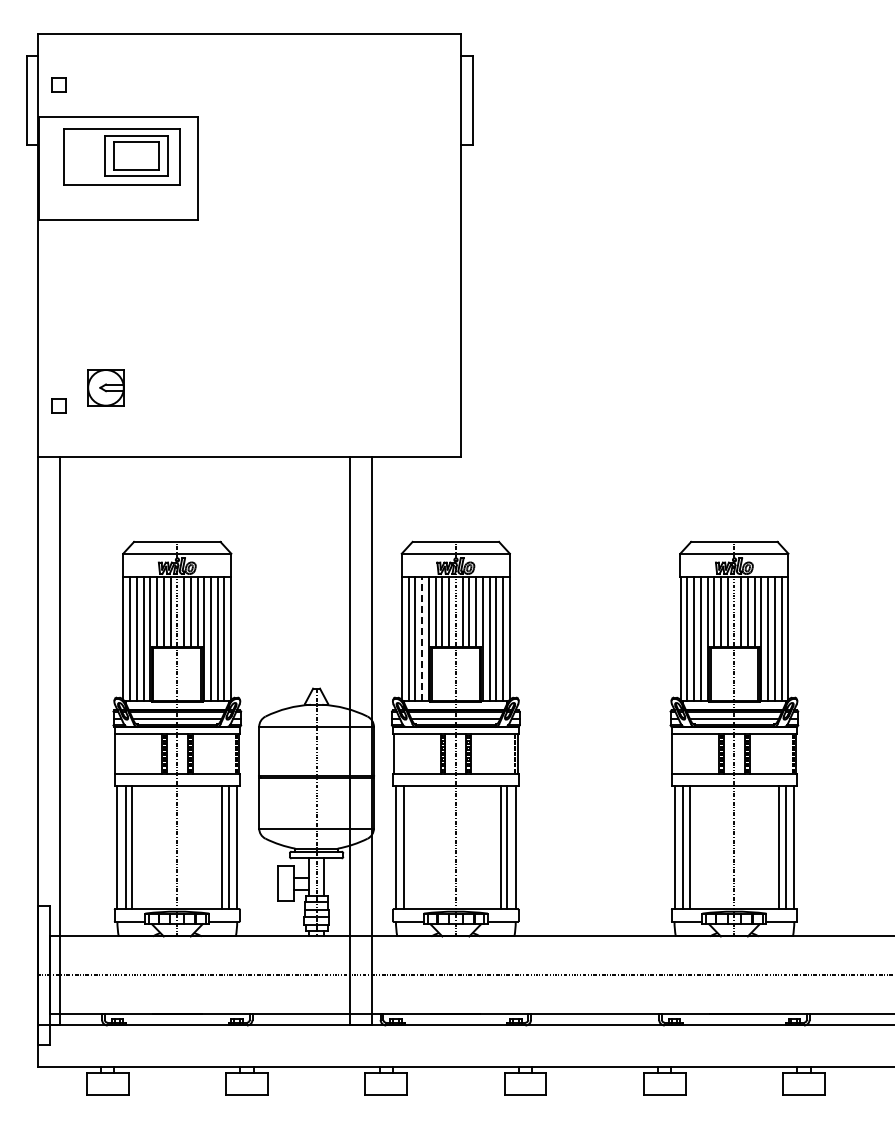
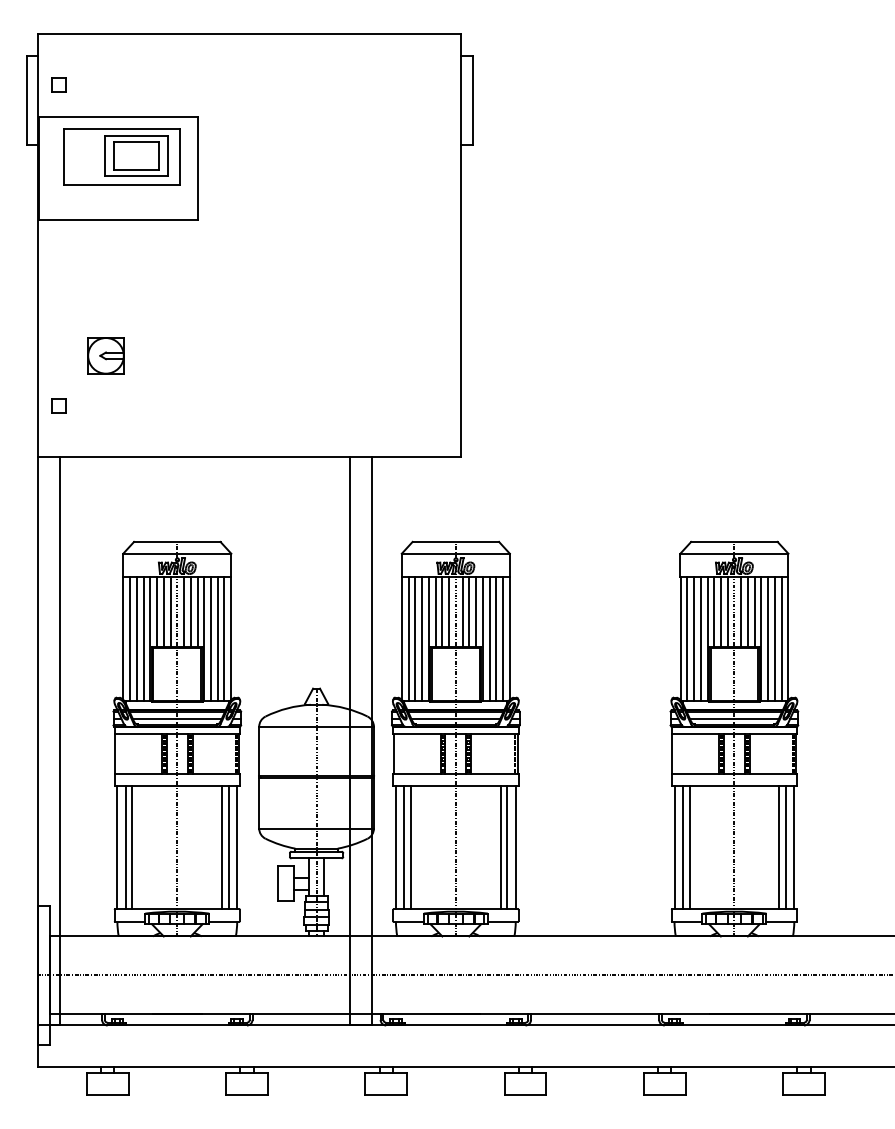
part at (105, 387) position: (105, 387) -> (105, 355)
line at (422, 638): dashed -> solid
line at (410, 847): none -> present
